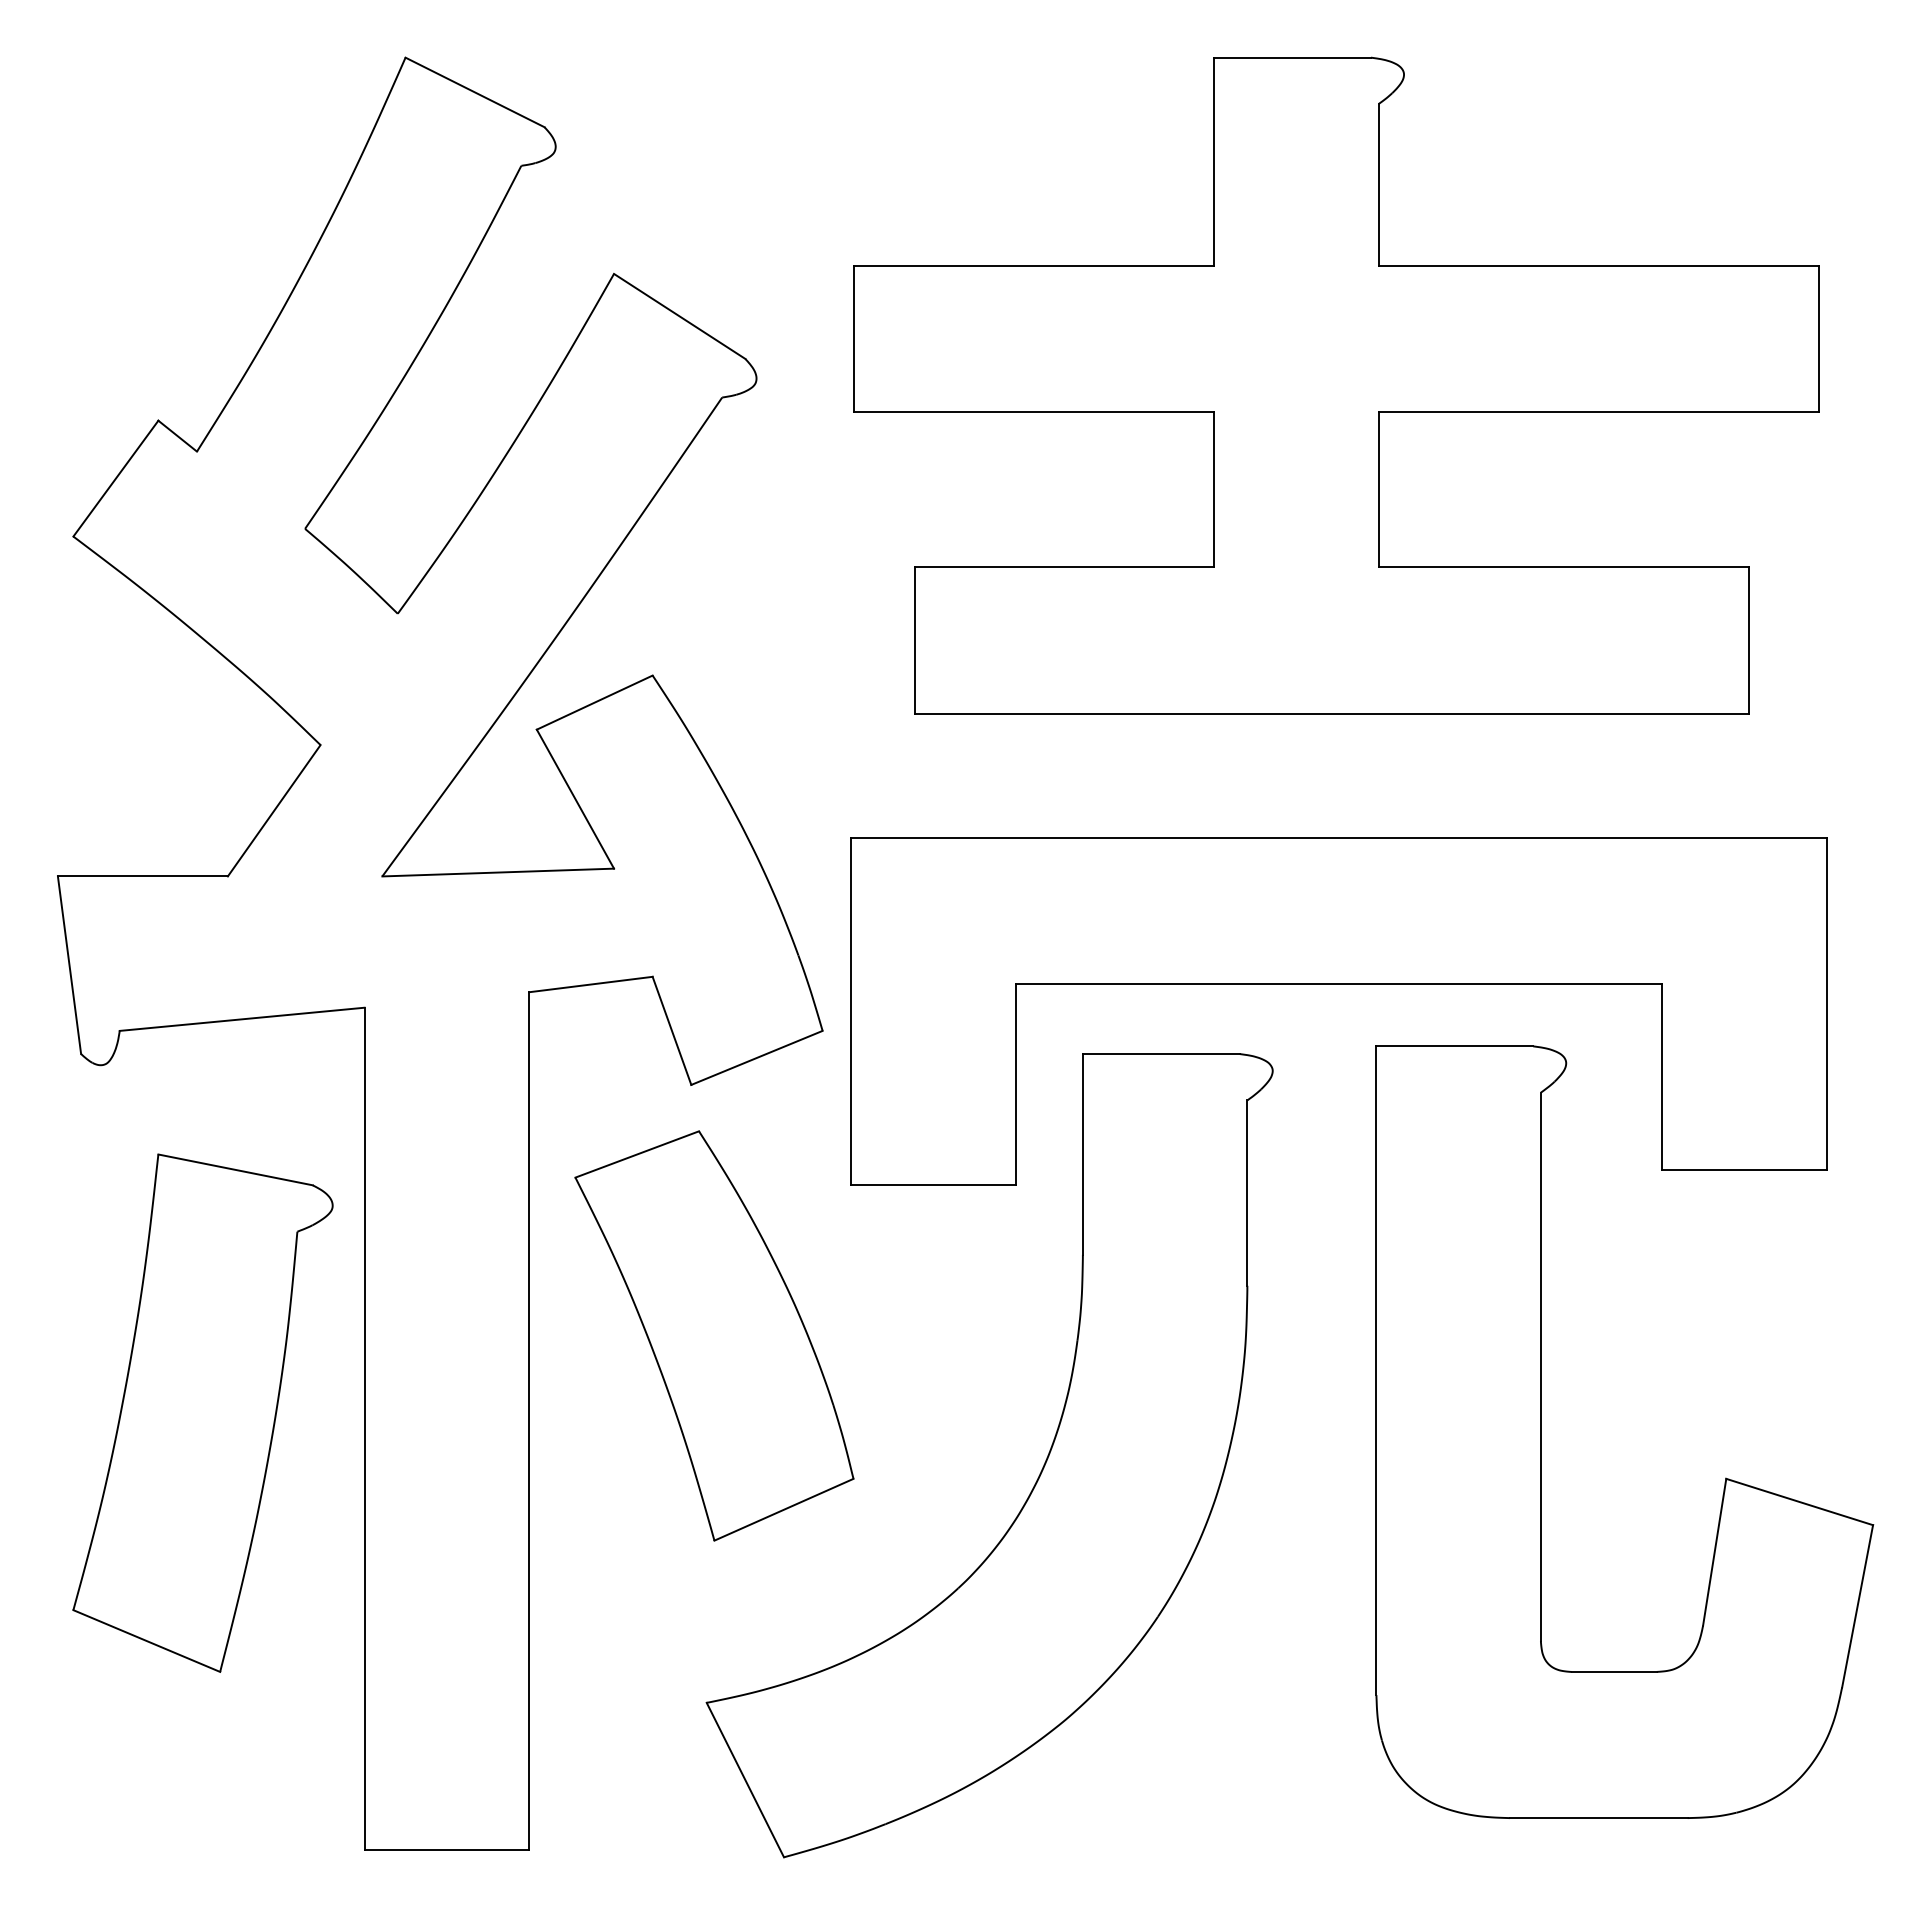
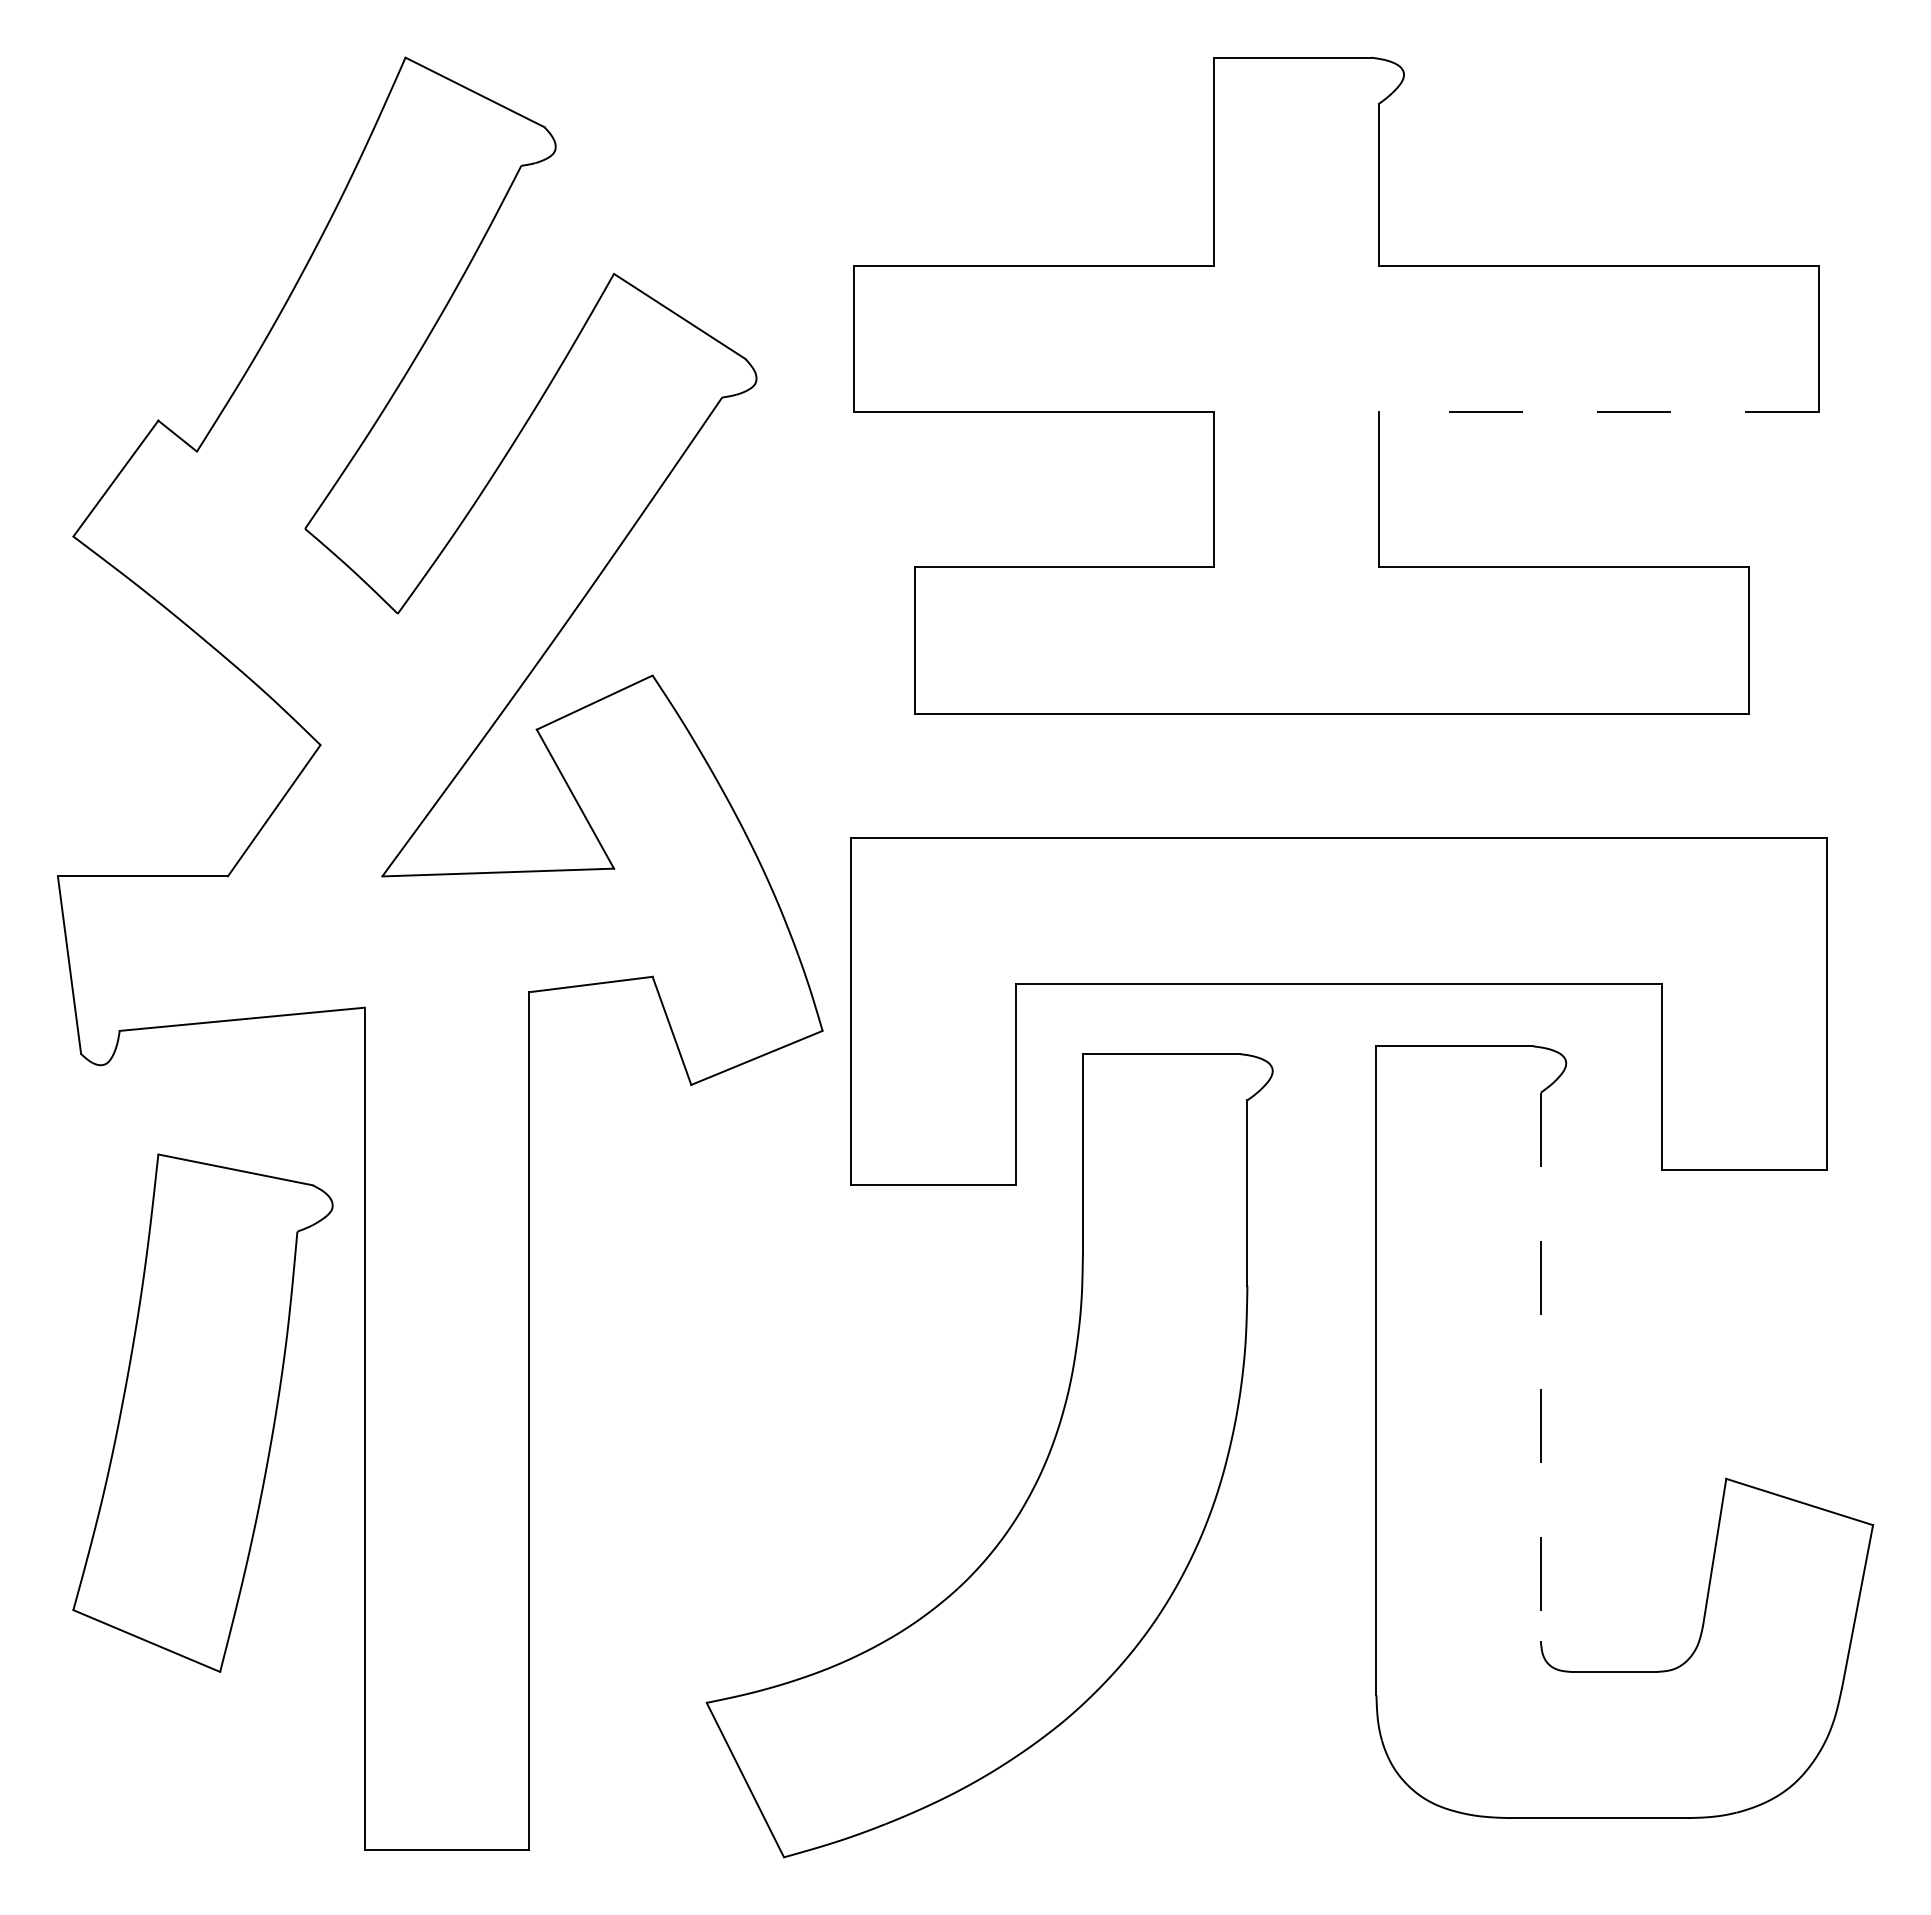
line at (1598, 412): solid -> dashed
part at (714, 1335): present -> none
line at (1540, 1367): solid -> dashed
